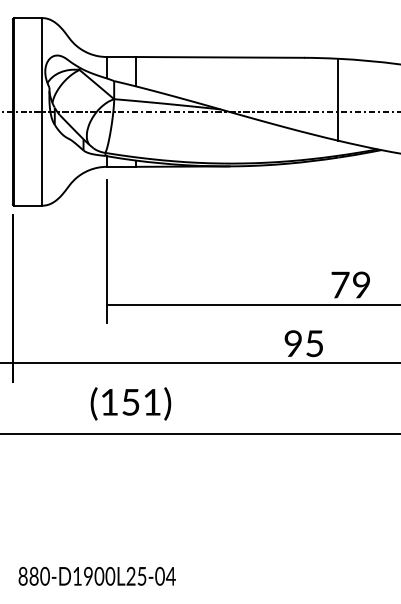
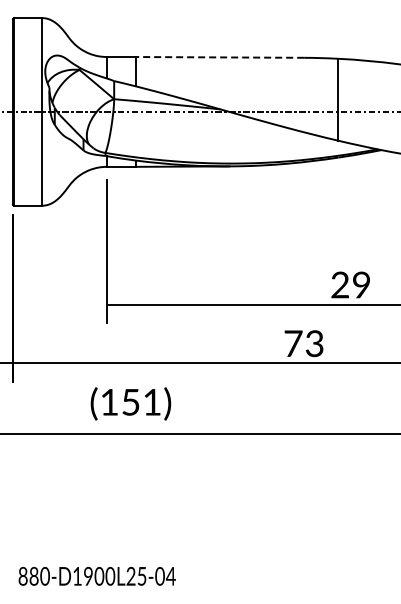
line at (220, 57): solid -> dashed
text at (340, 284): 79 -> 29
text at (303, 343): 95 -> 73
